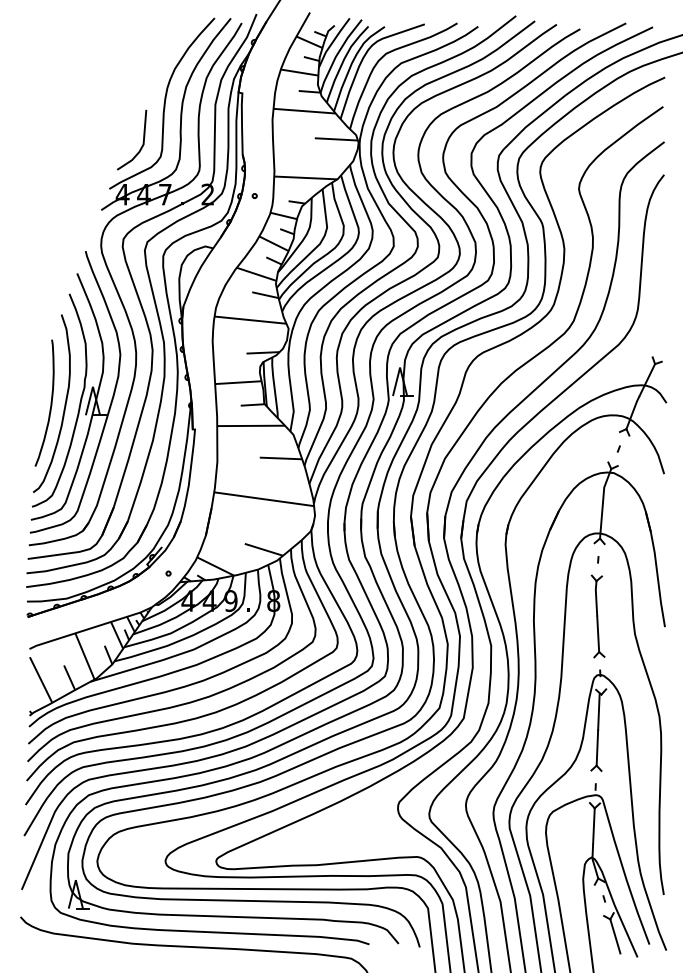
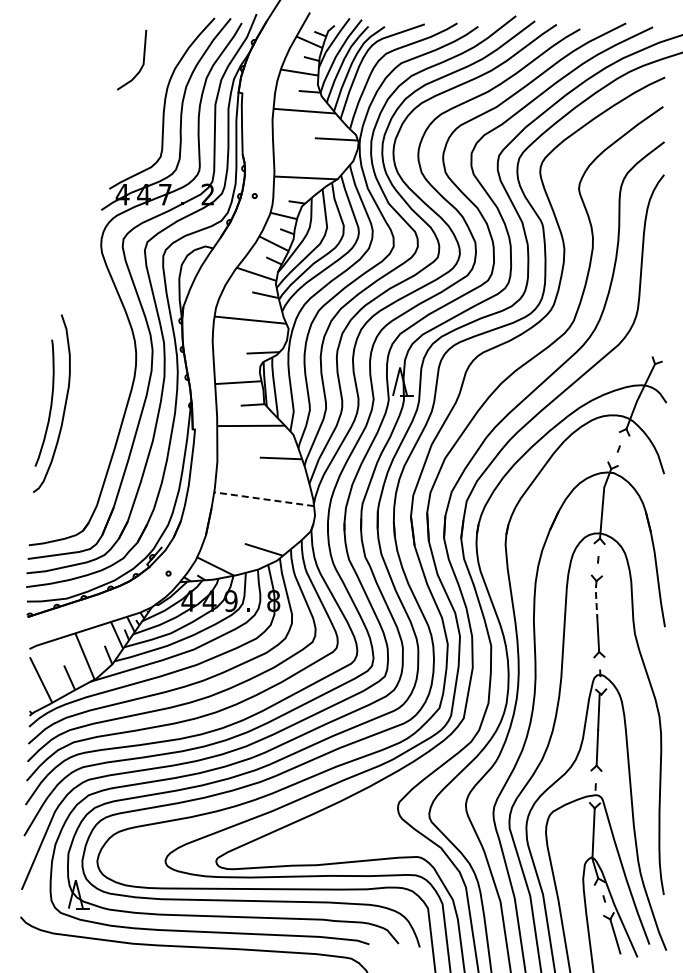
line at (142, 142) position: (142, 142) -> (142, 62)
part at (81, 393): present -> none
line at (263, 499): solid -> dashed
line at (596, 598): solid -> dashed
